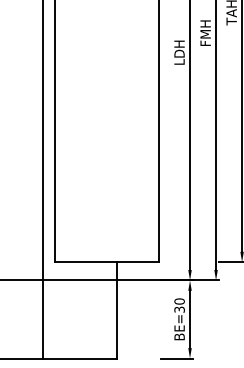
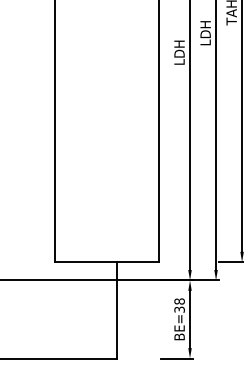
text at (205, 32): FMH -> LDH
line at (42, 180): present -> none
text at (179, 301): BE=30 -> BE=38
